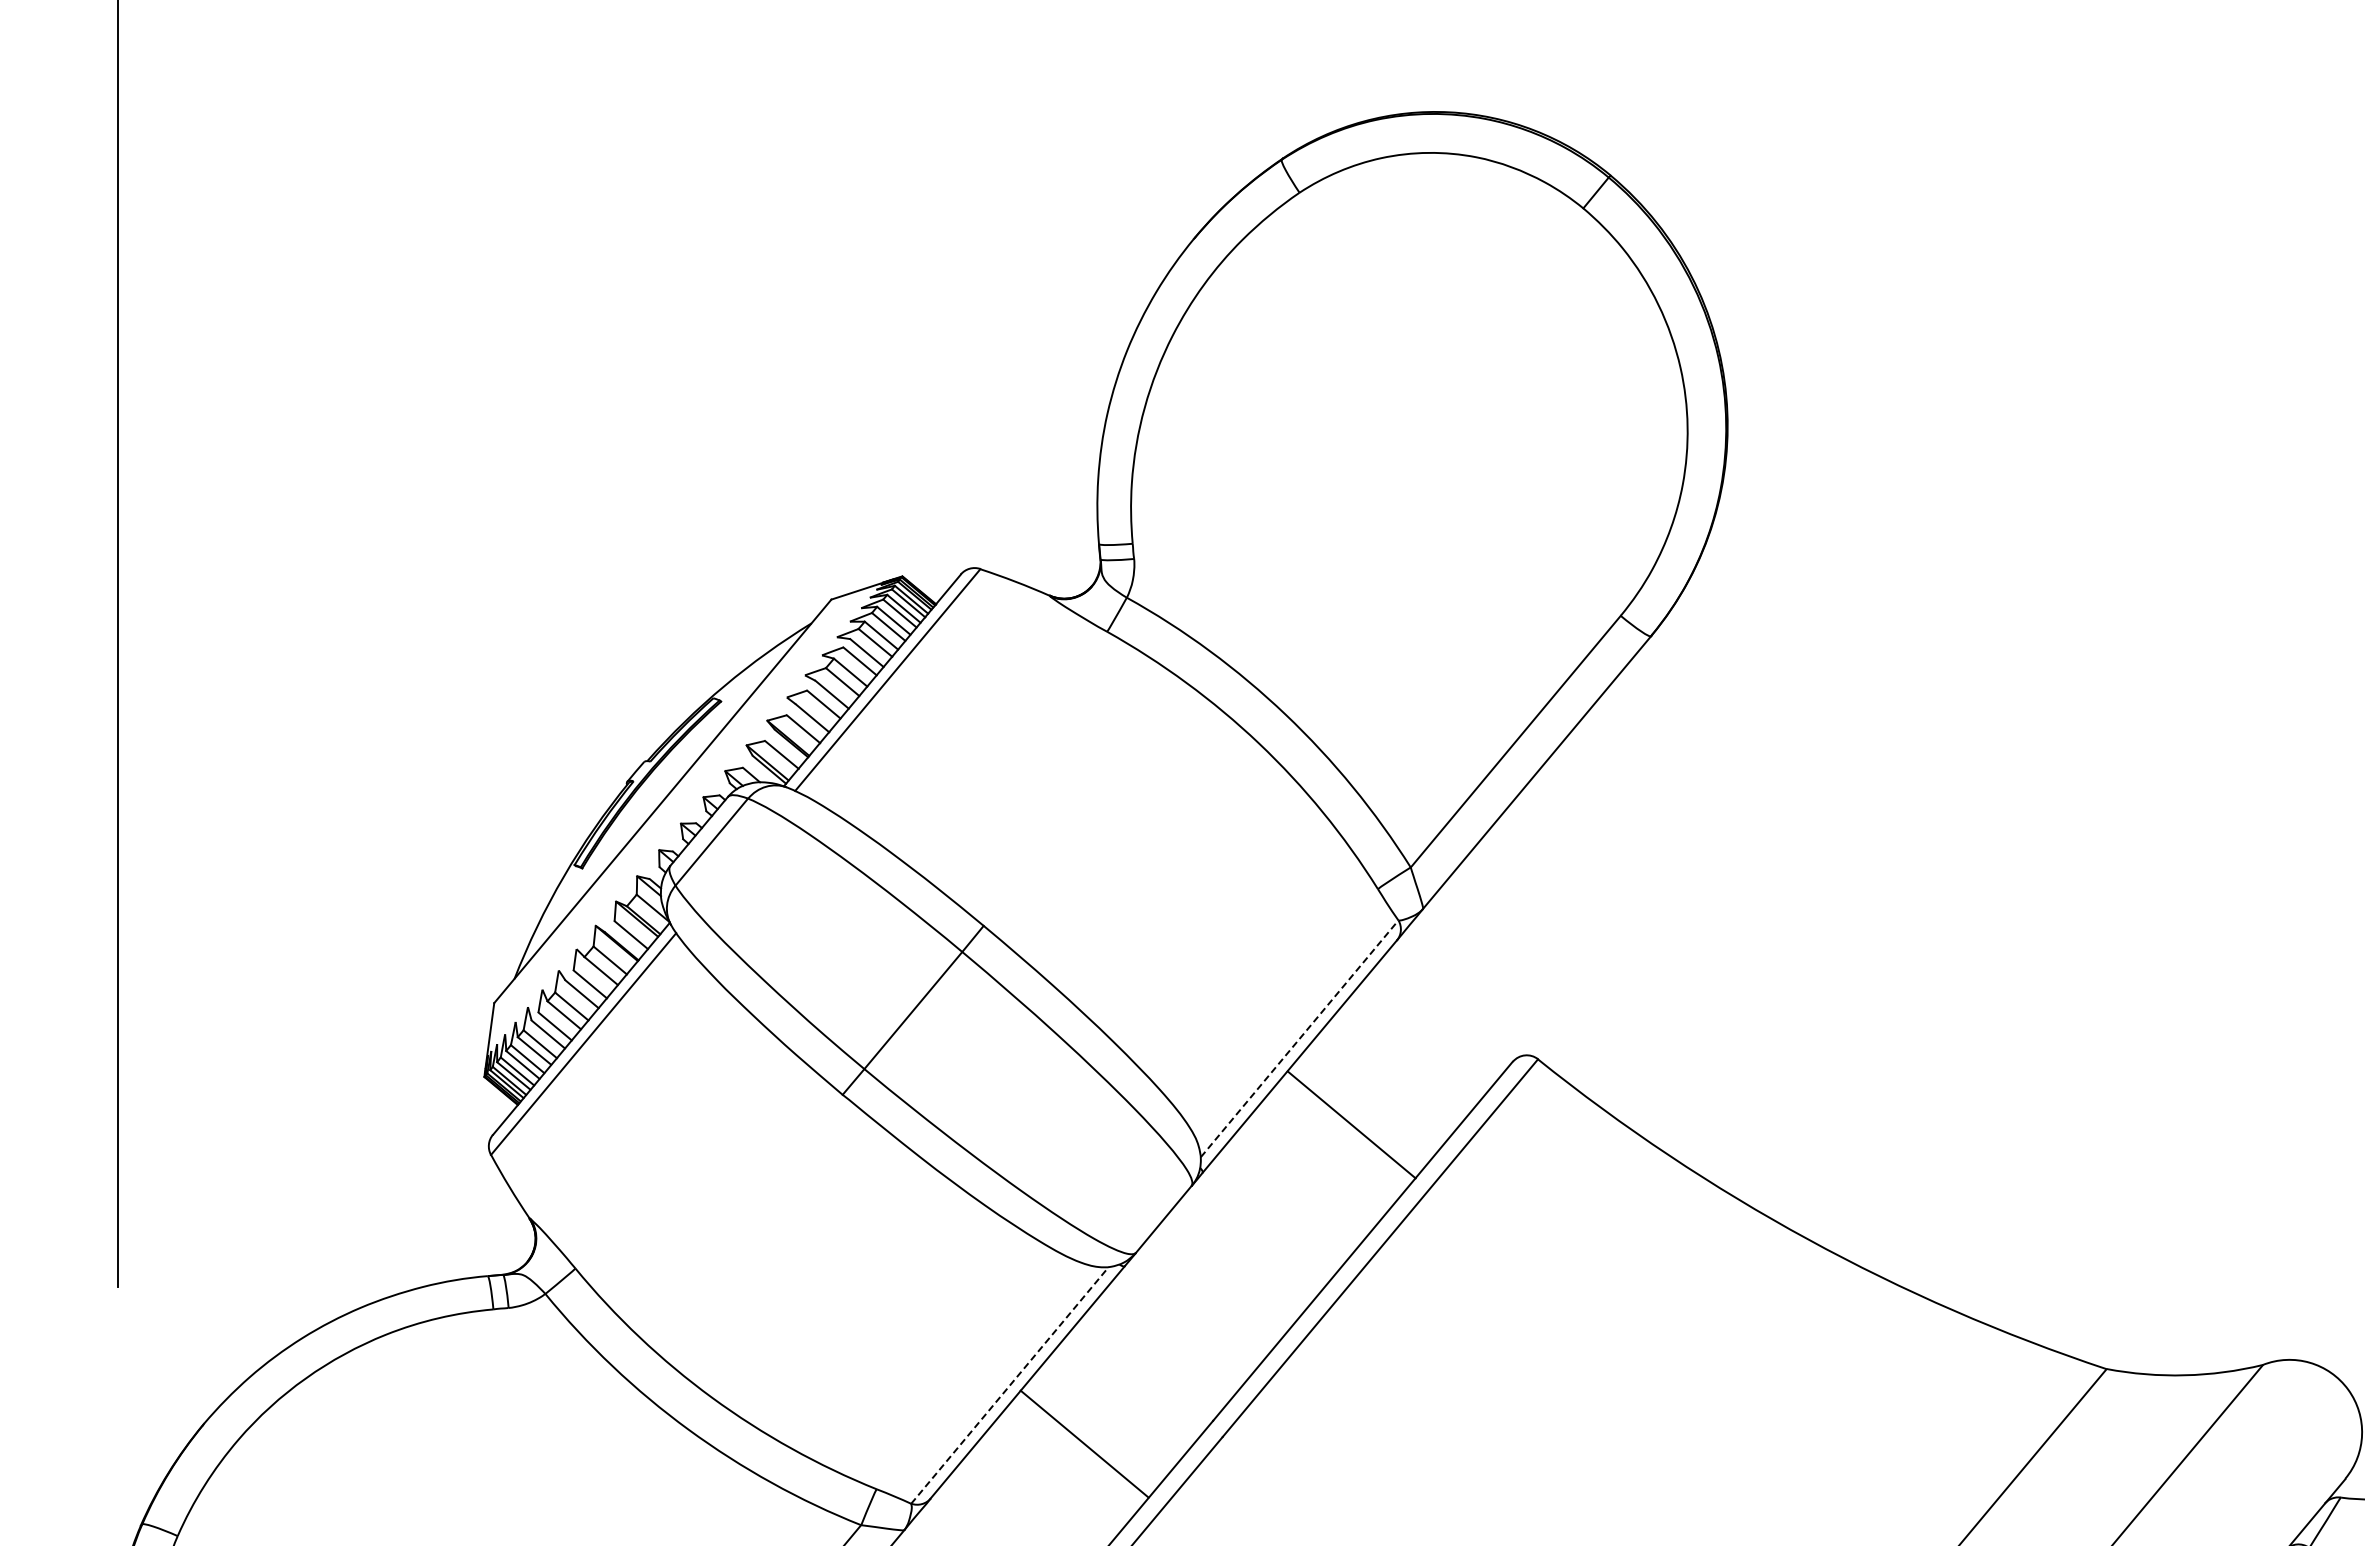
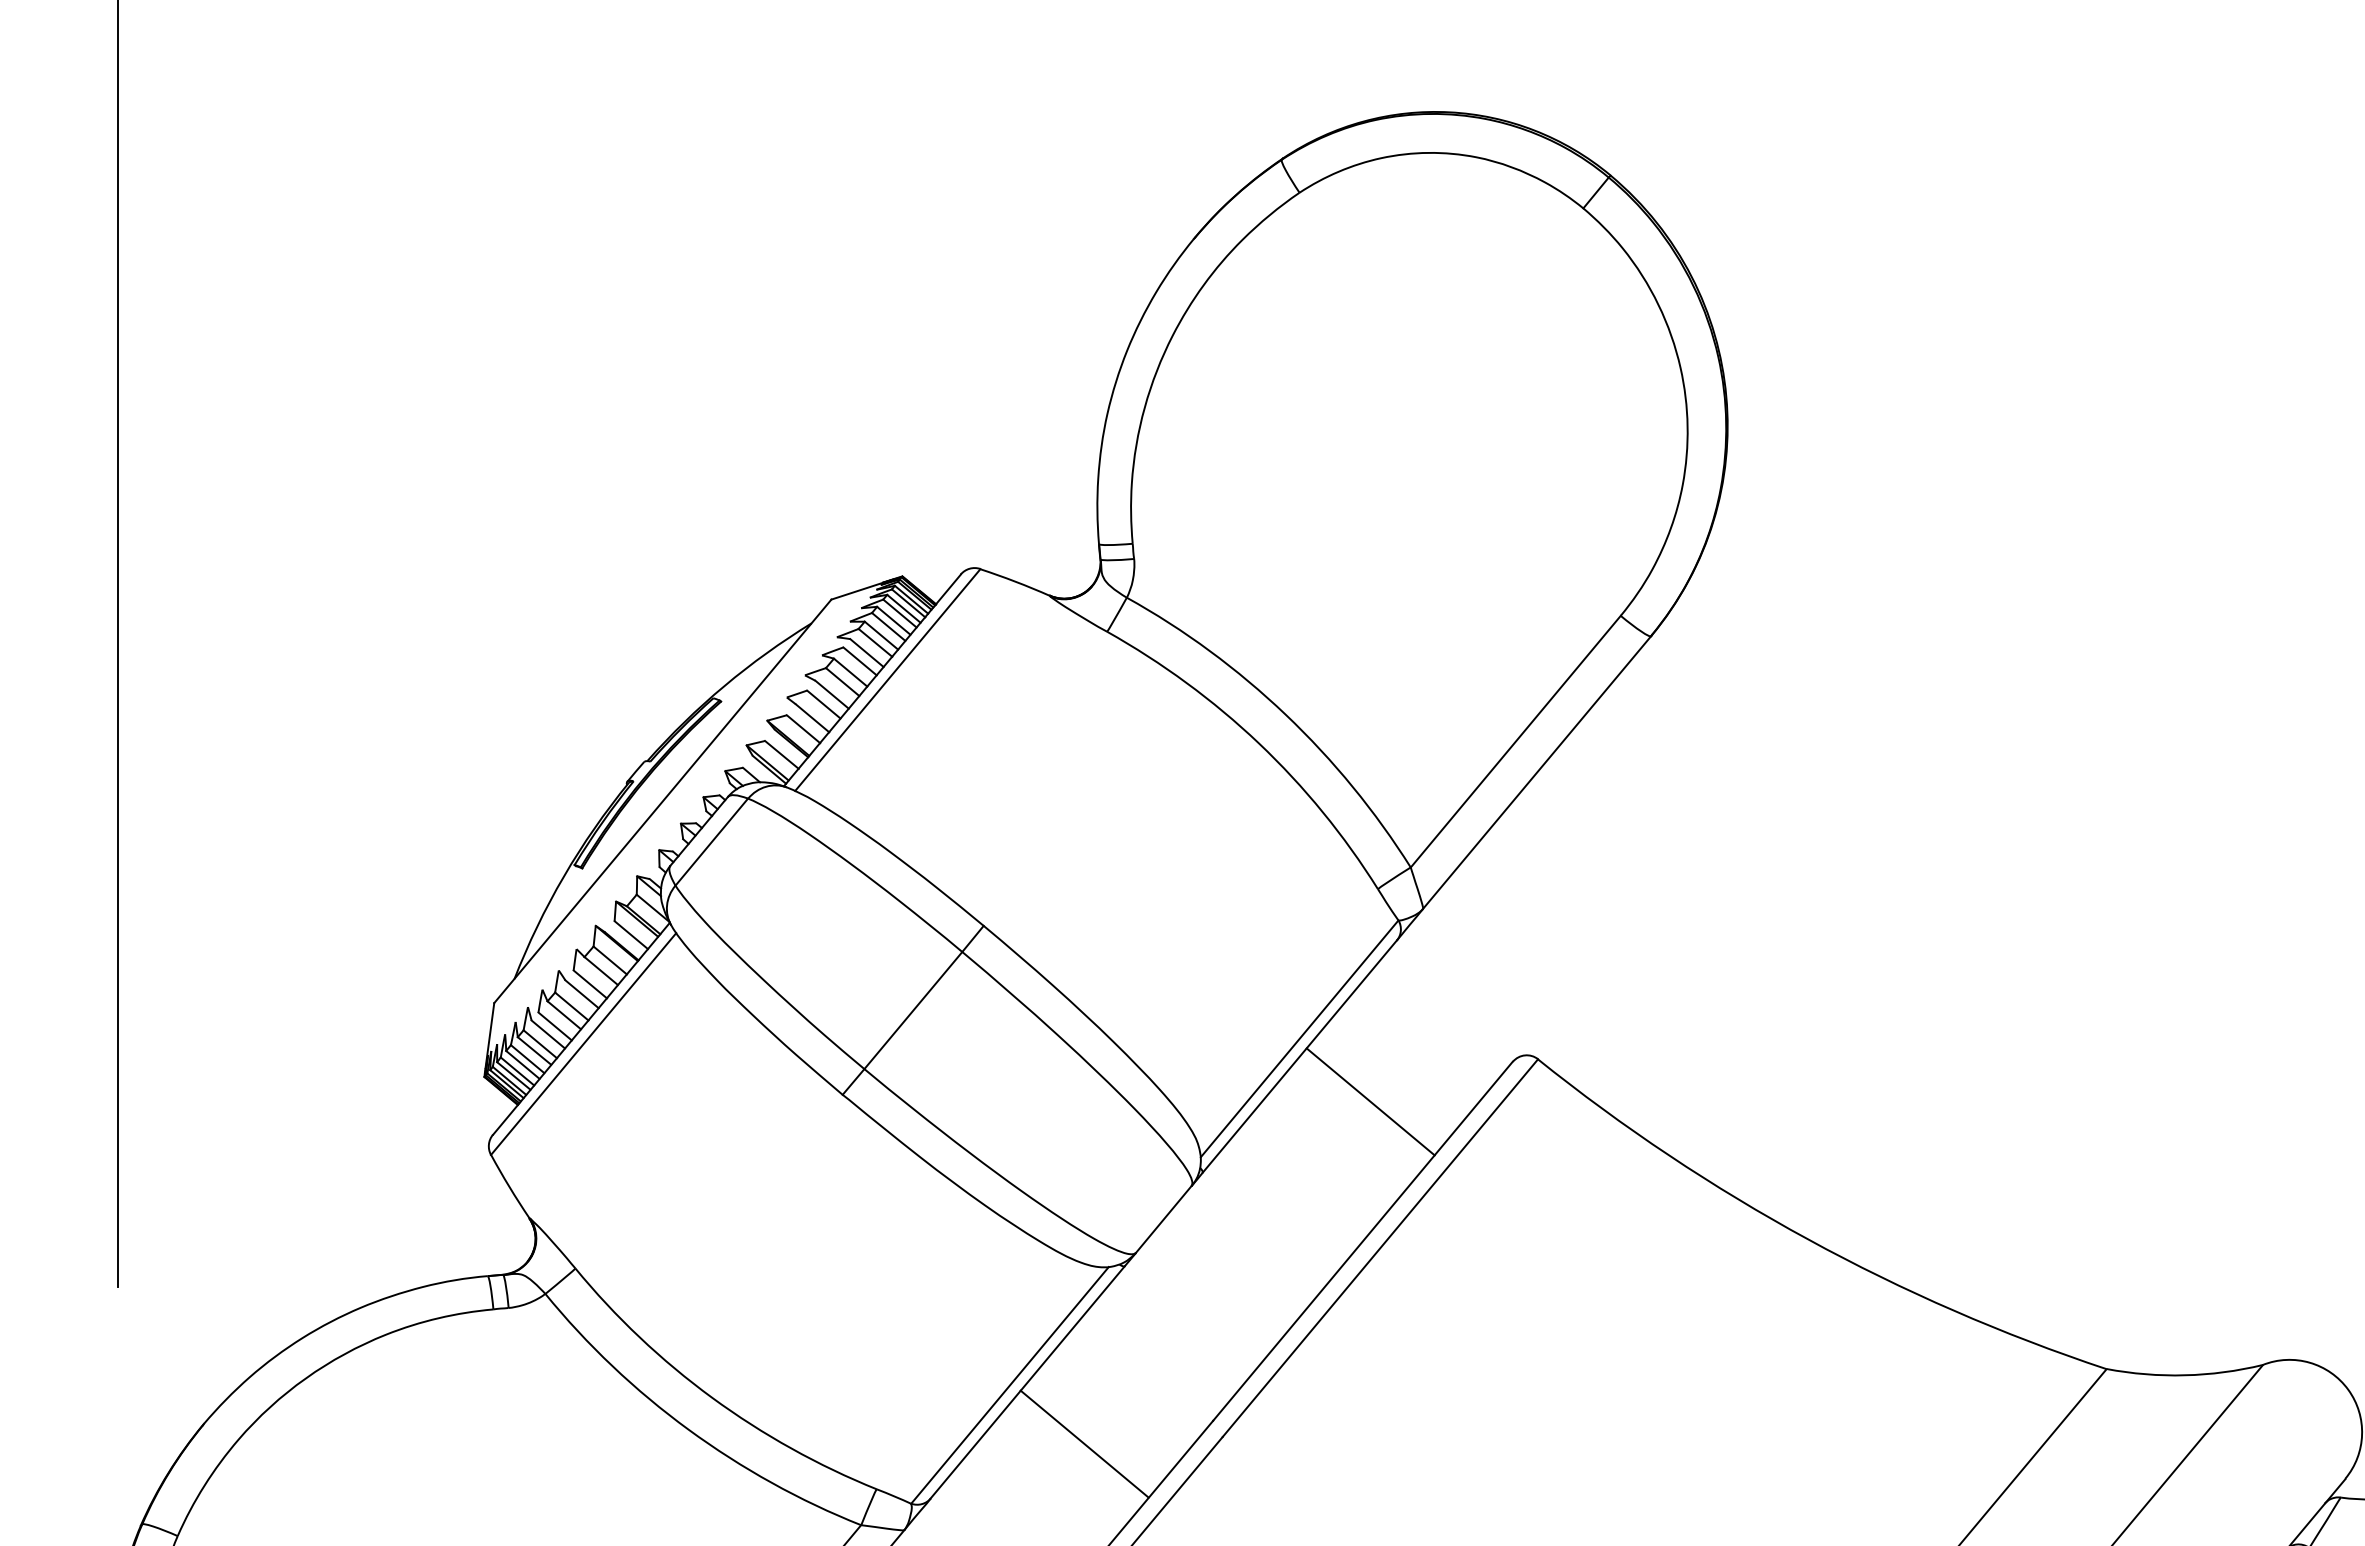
line at (1299, 1038): dashed -> solid
line at (1351, 1124) position: (1351, 1124) -> (1370, 1101)
line at (1010, 1385): dashed -> solid
